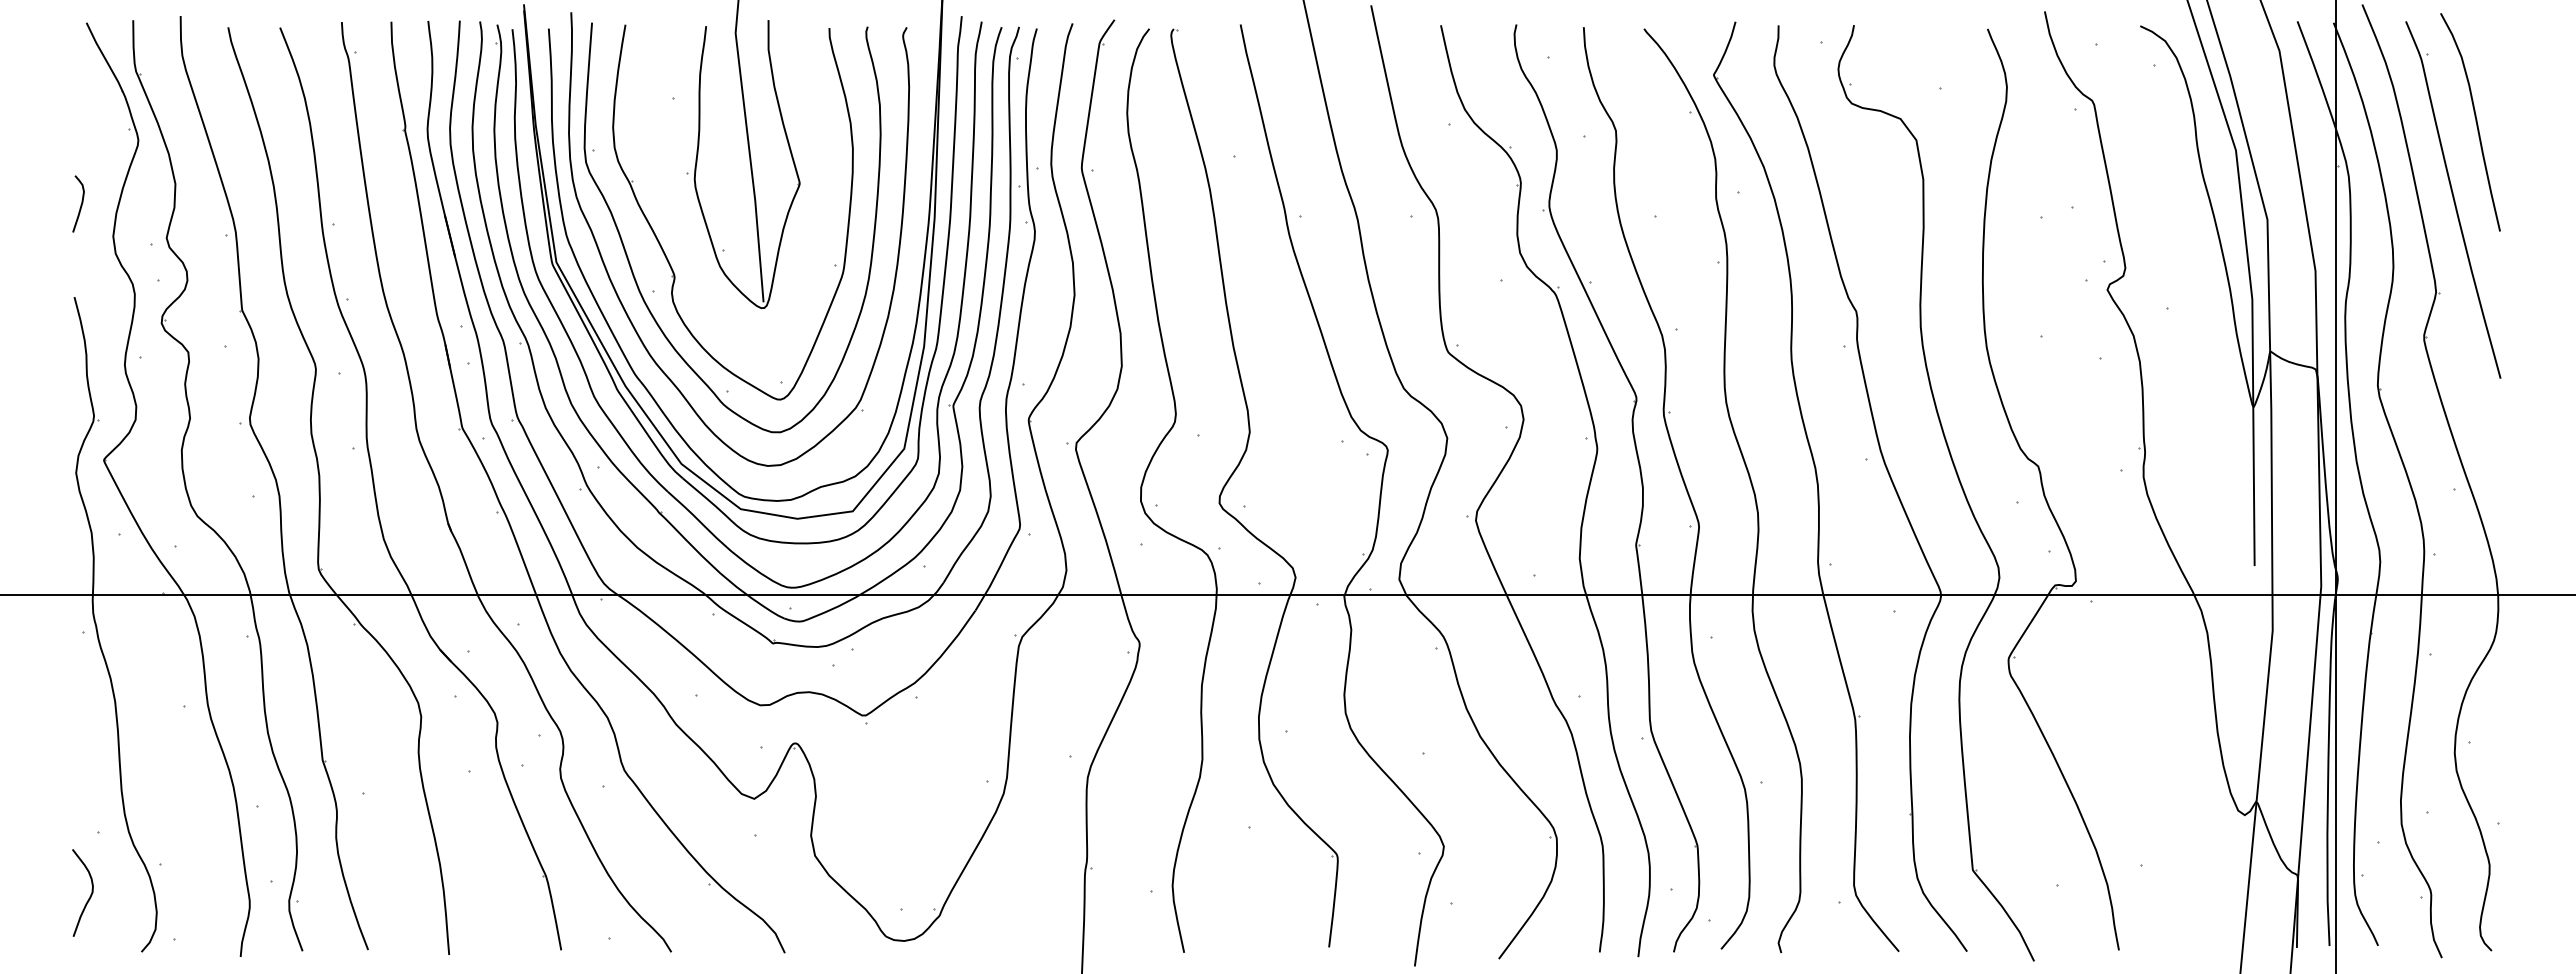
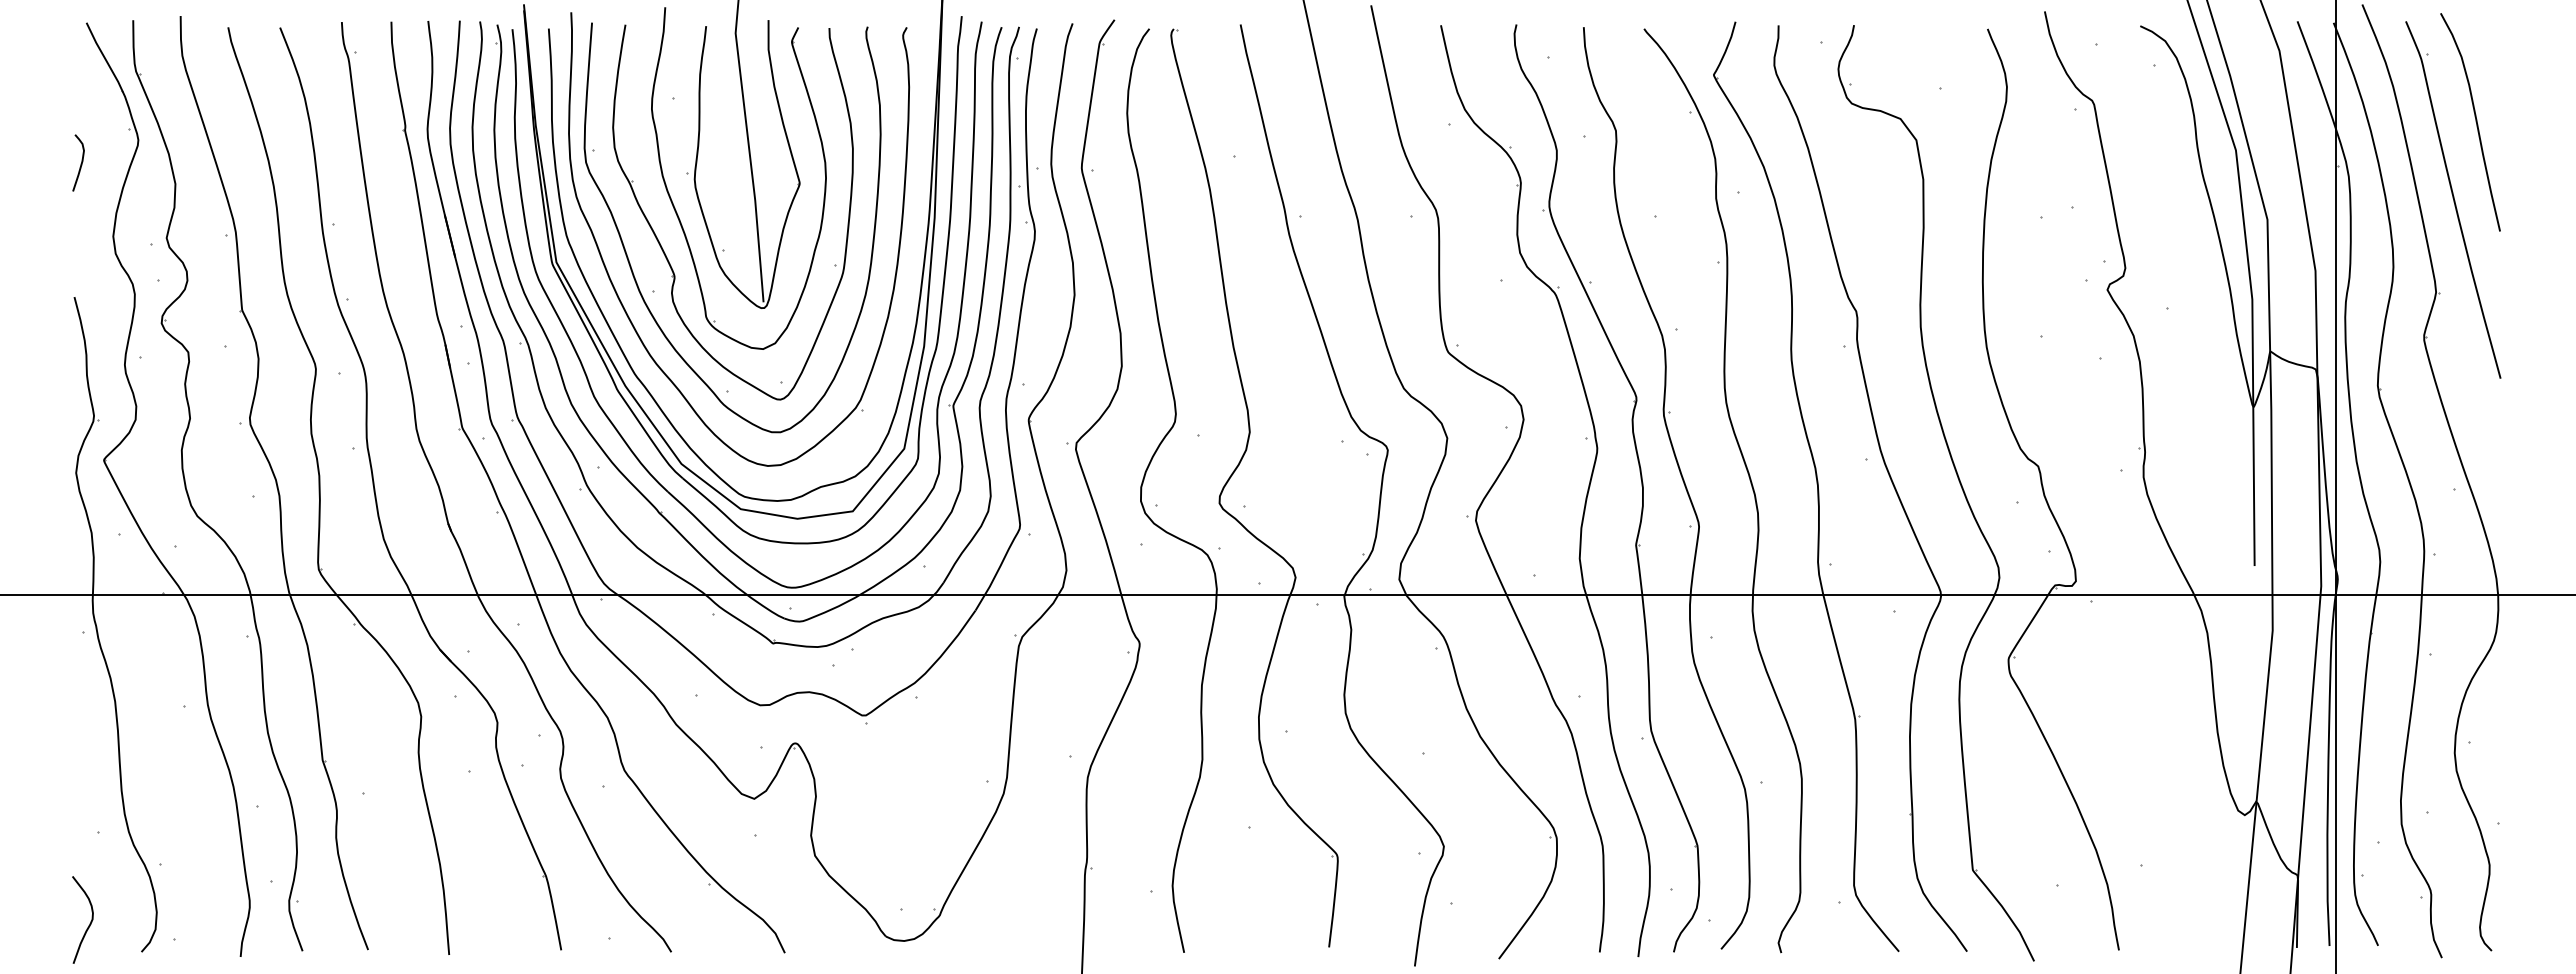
curve at (80, 204) position: (80, 204) -> (80, 163)
part at (675, 207): none -> present
curve at (89, 896) position: (89, 896) -> (89, 923)
